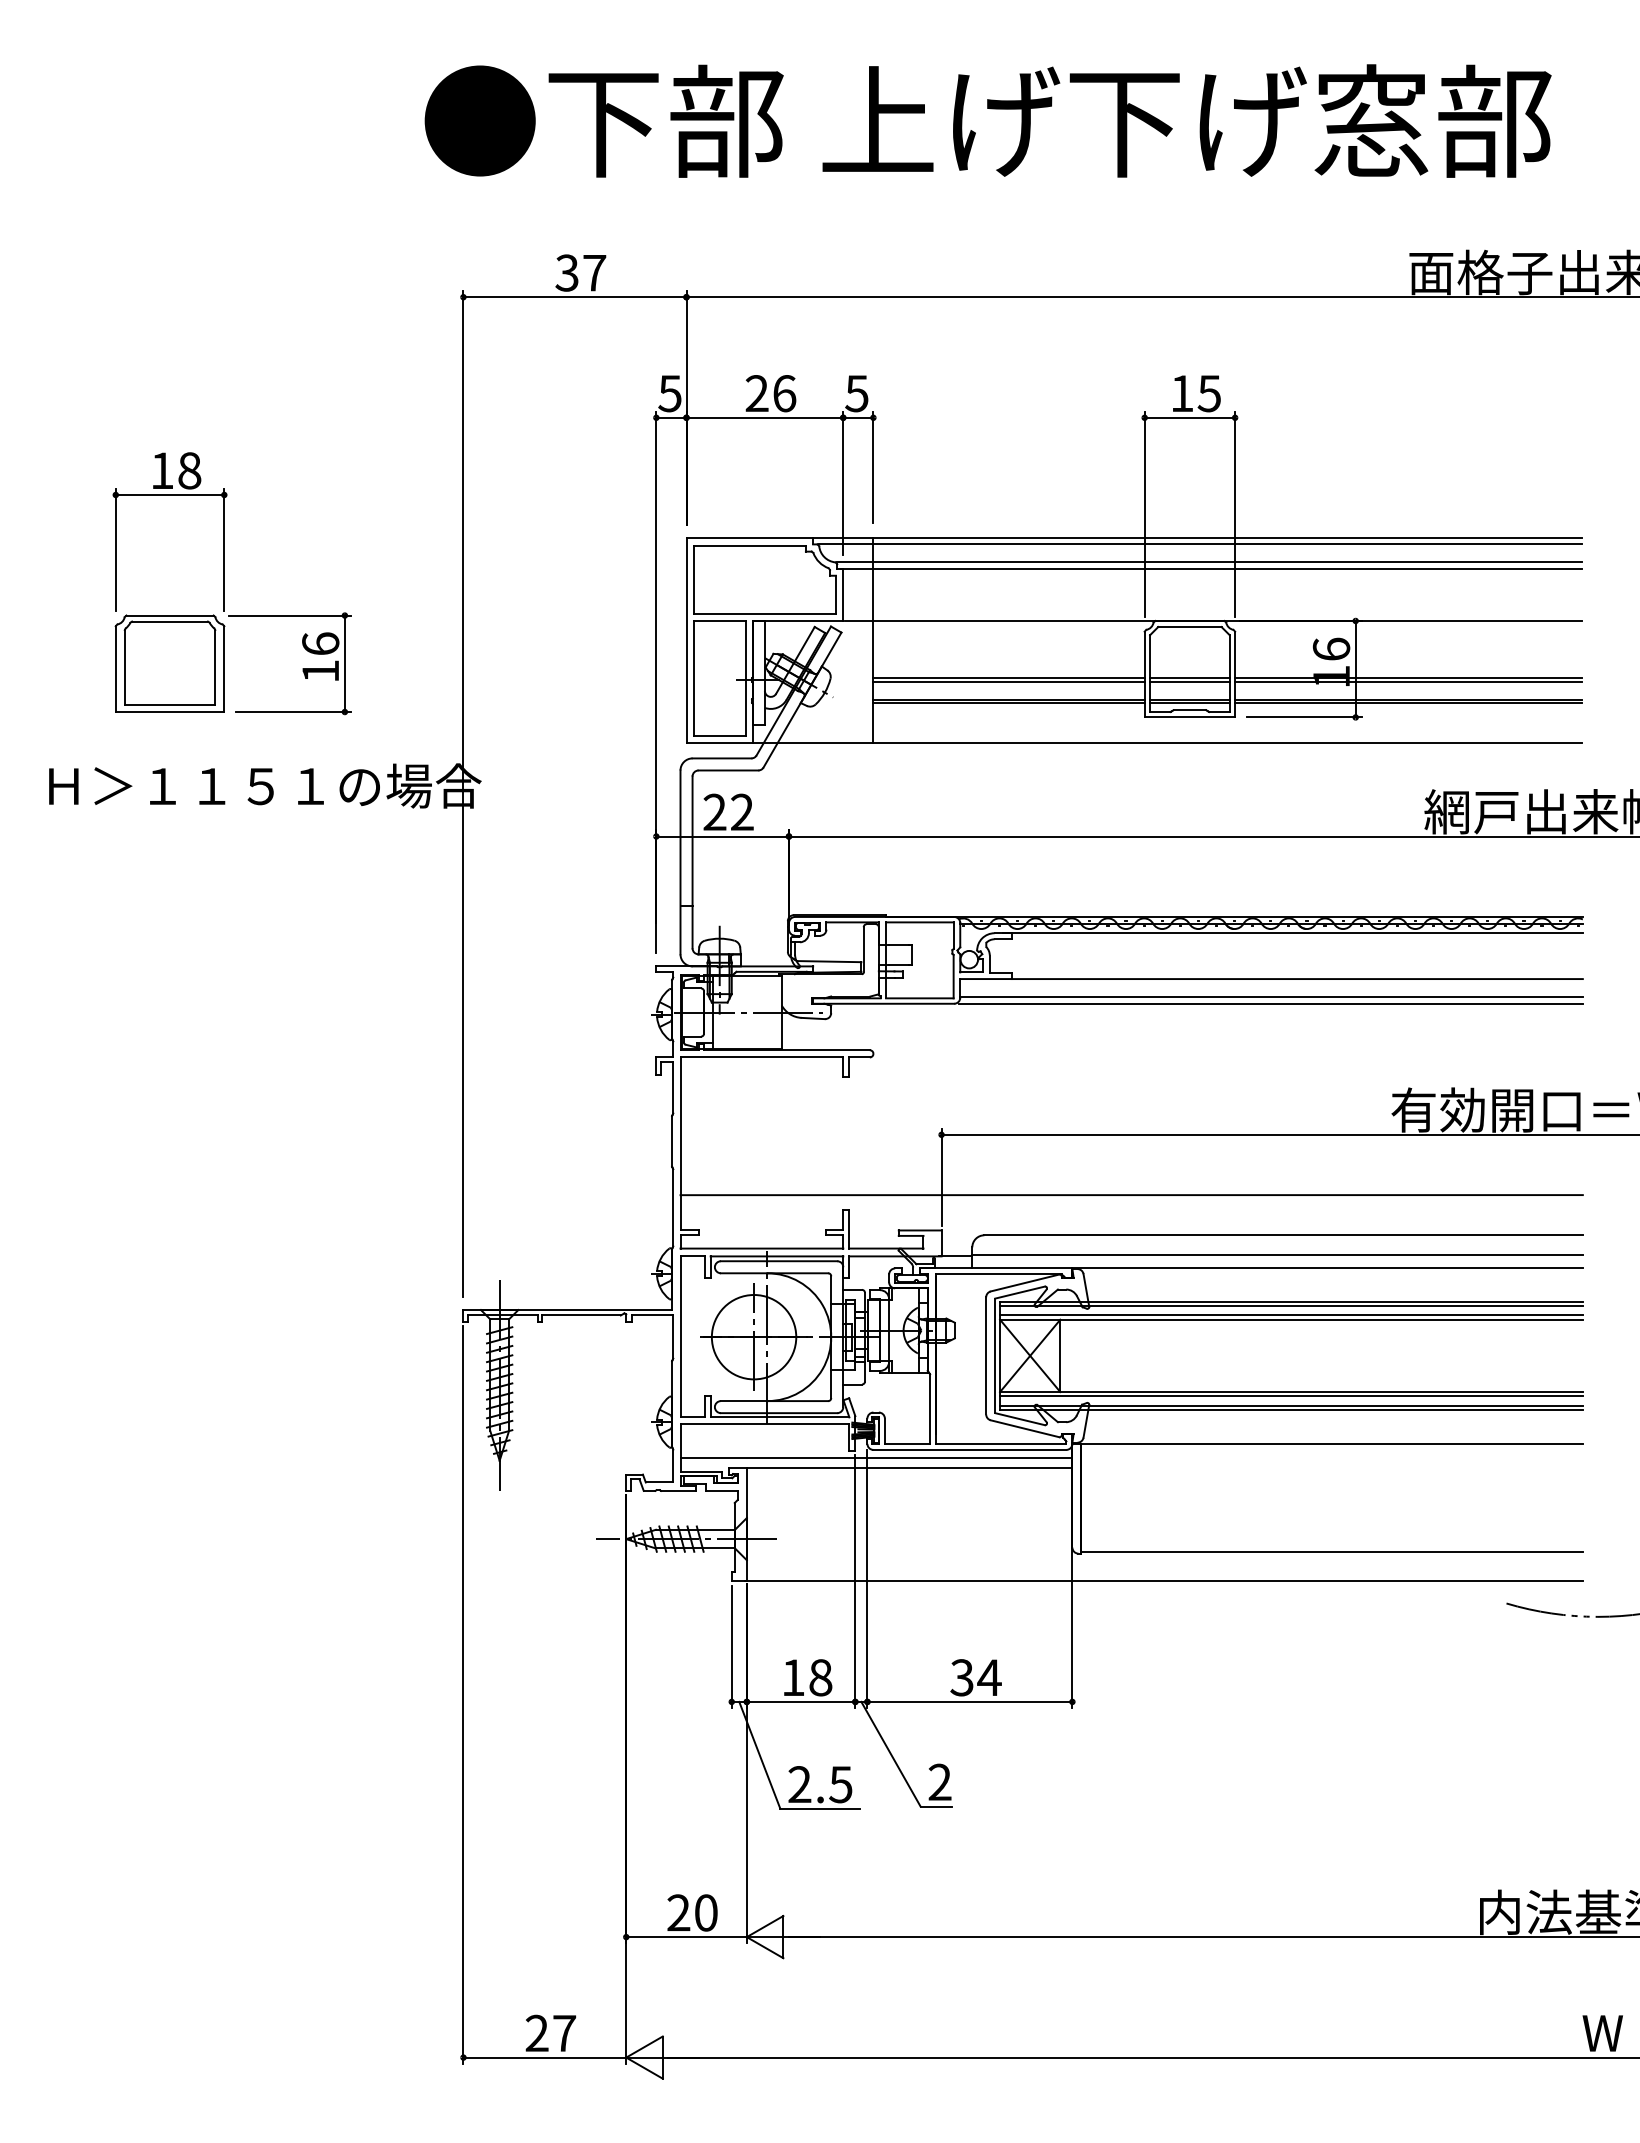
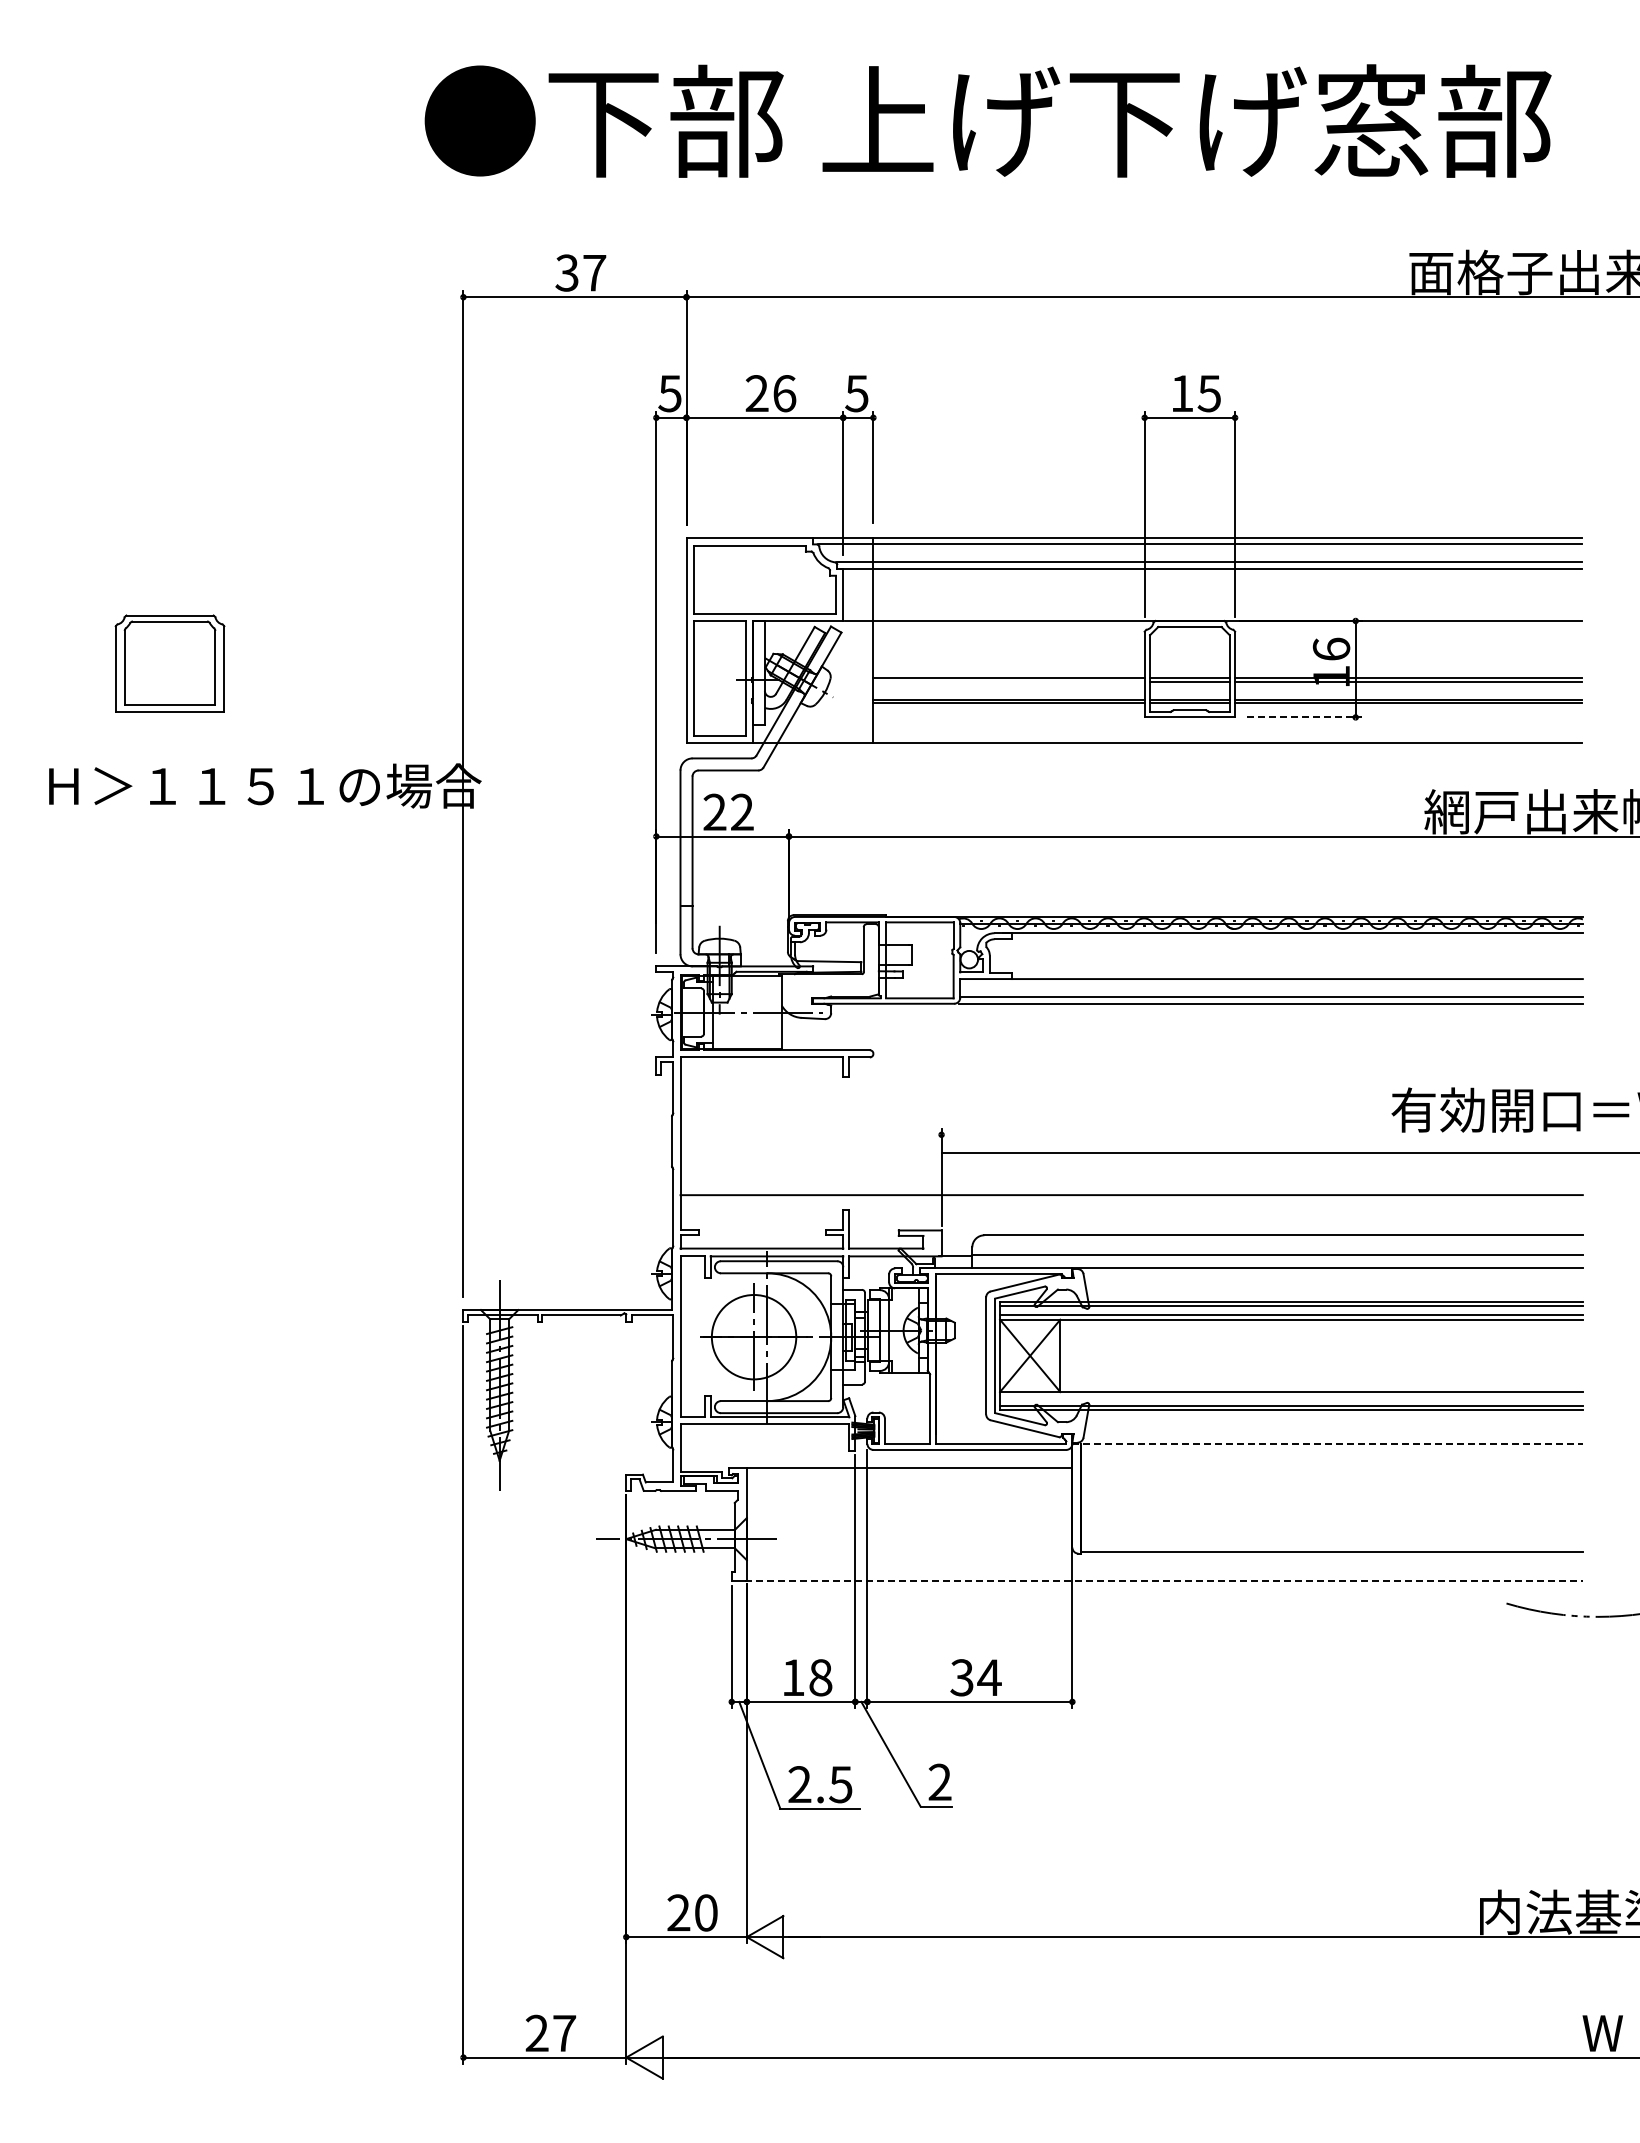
part at (224, 583): present -> none
line at (1008, 681): present -> none
line at (1304, 717): solid -> dashed
line at (1288, 1134) position: (1288, 1134) -> (1288, 1152)
line at (1291, 1396): present -> none
line at (1328, 1443): solid -> dashed
line at (876, 1458): present -> none
line at (1164, 1581): solid -> dashed
